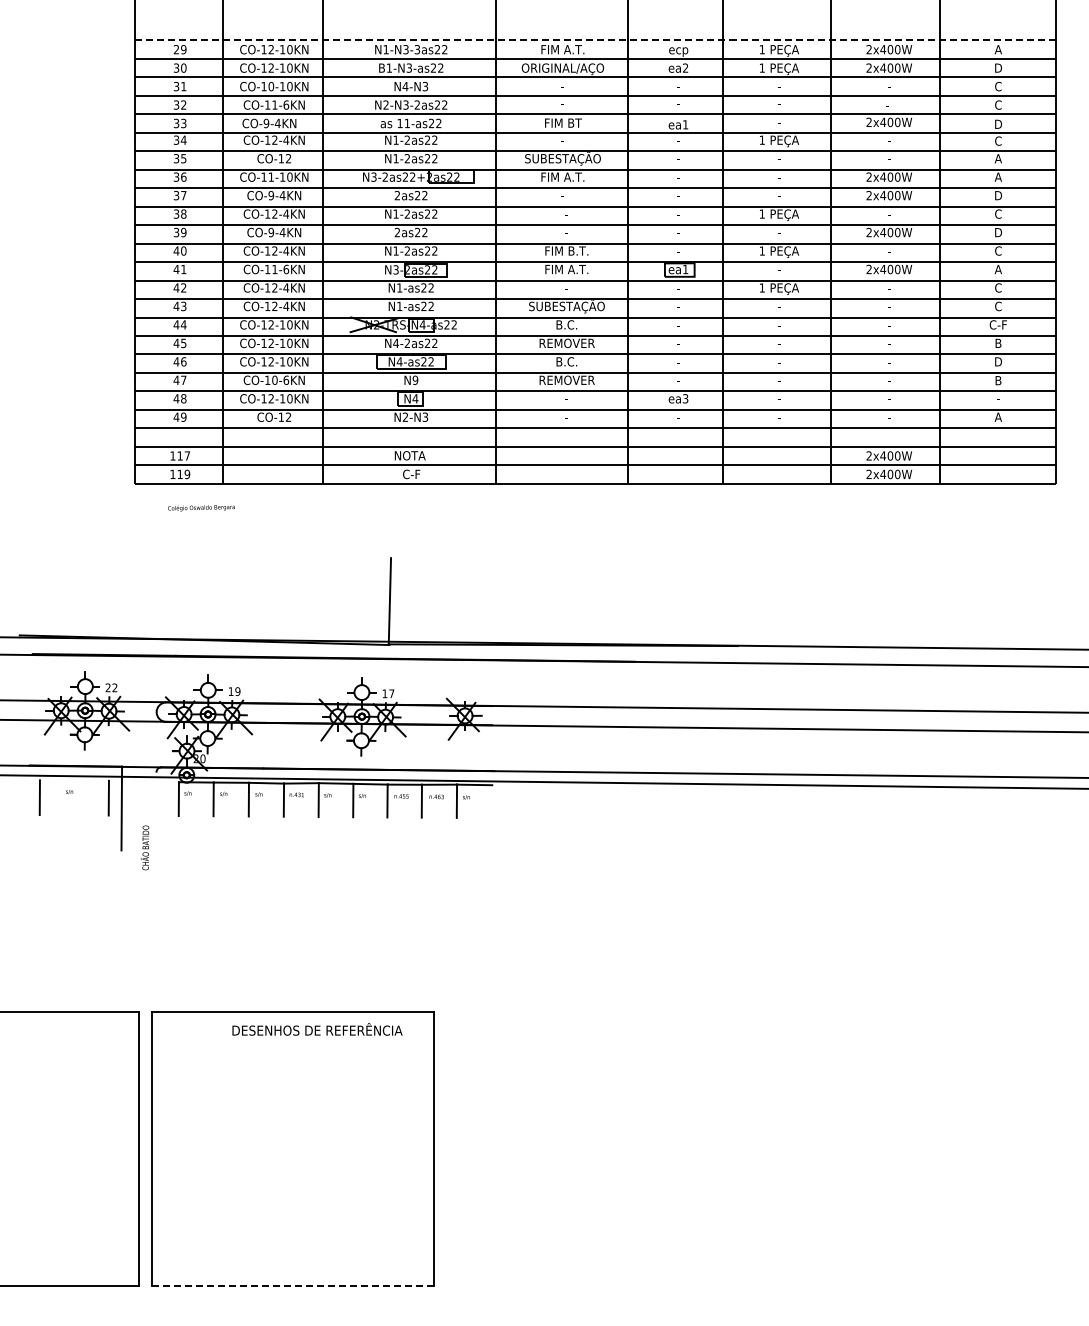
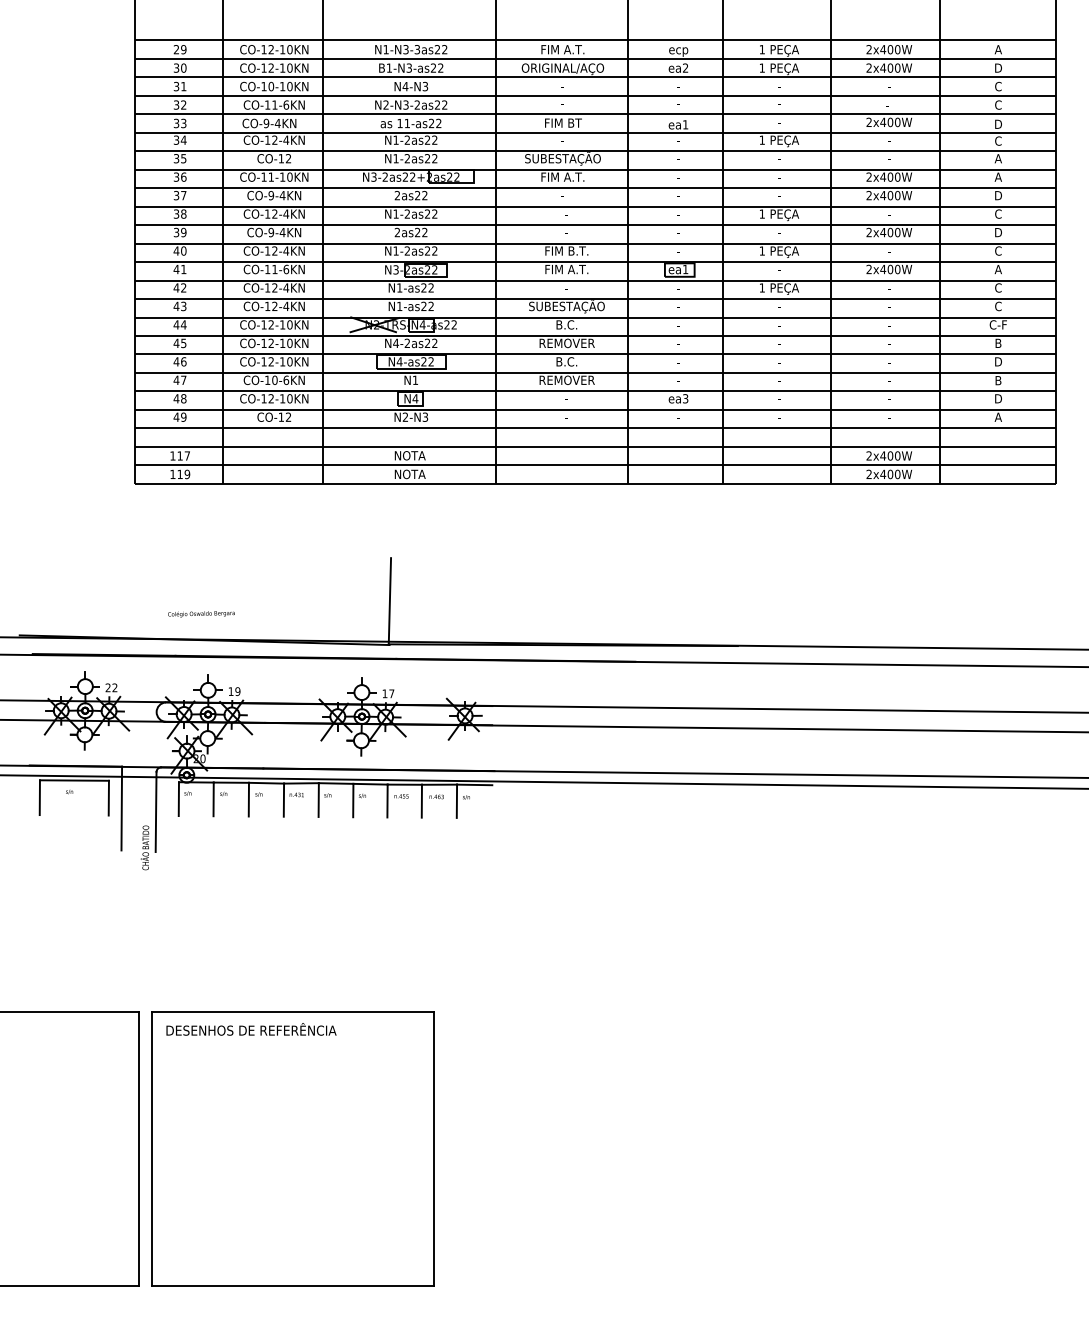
line at (596, 40): dashed -> solid
text at (415, 379): N9 -> N1
text at (998, 398): - -> D
text at (409, 473): C-F -> NOTA
text at (201, 508) position: (201, 508) -> (201, 614)
line at (73, 780): none -> present
line at (155, 811): none -> present
text at (317, 1029) position: (317, 1029) -> (251, 1029)
line at (293, 1286): dashed -> solid
